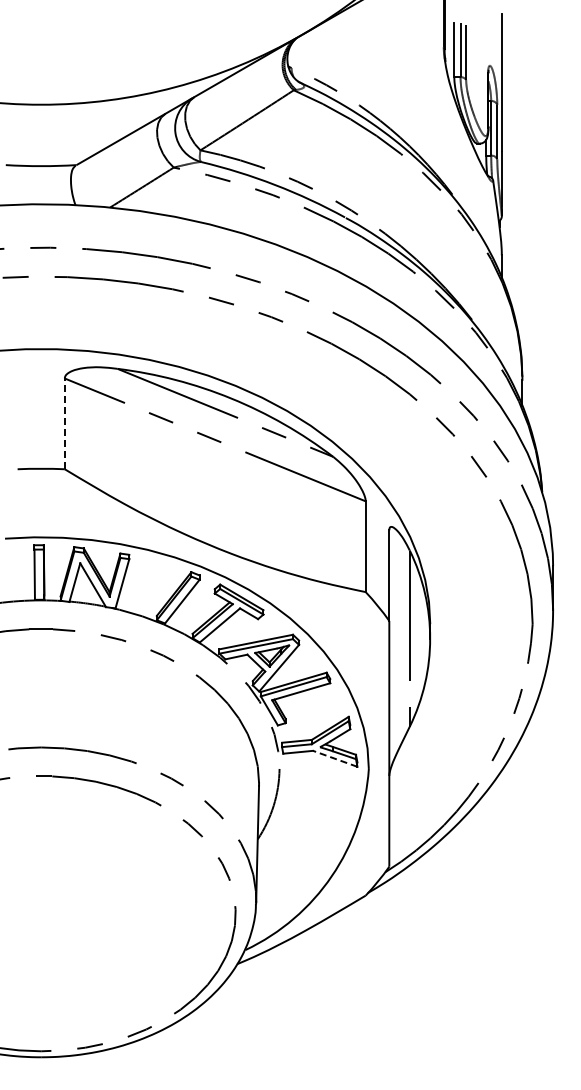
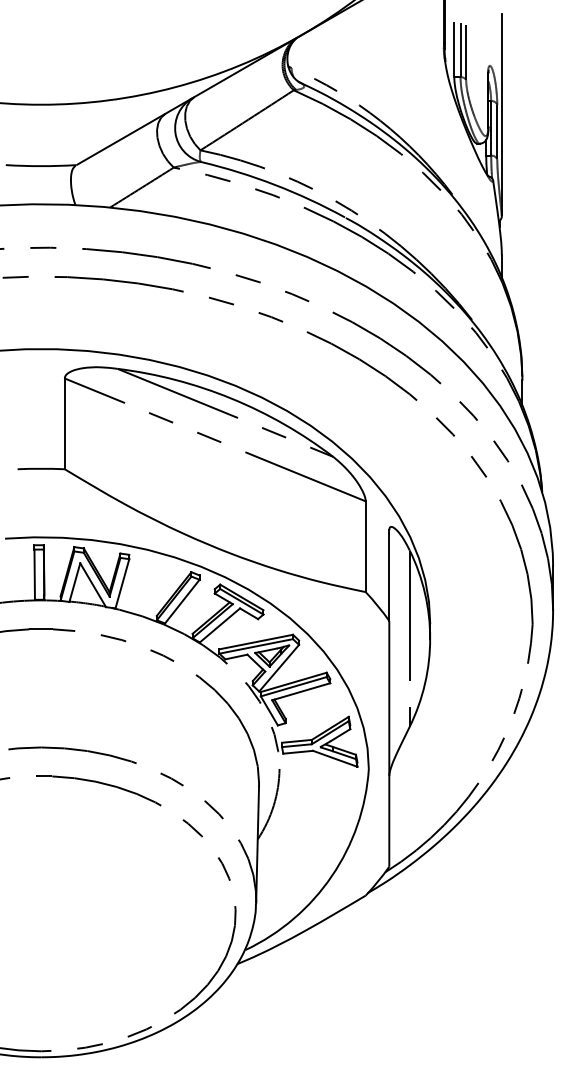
line at (64, 423): dashed -> solid
line at (335, 758): dashed -> solid
